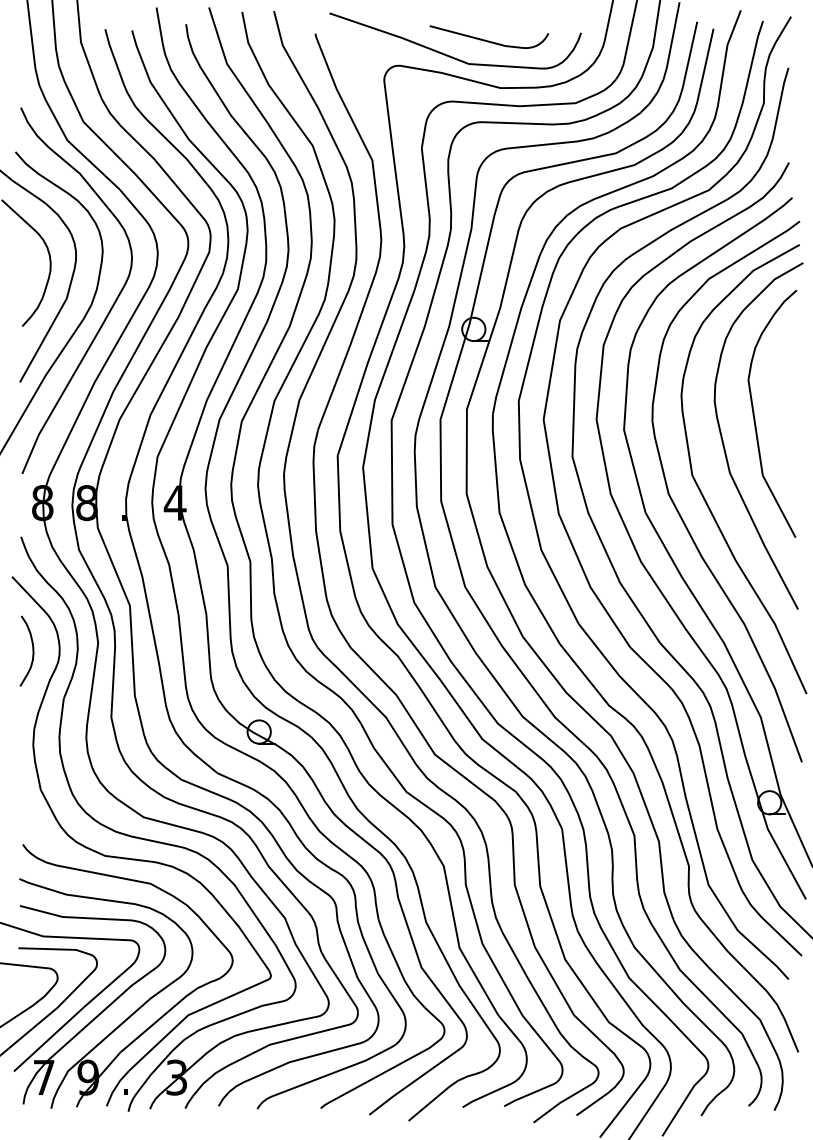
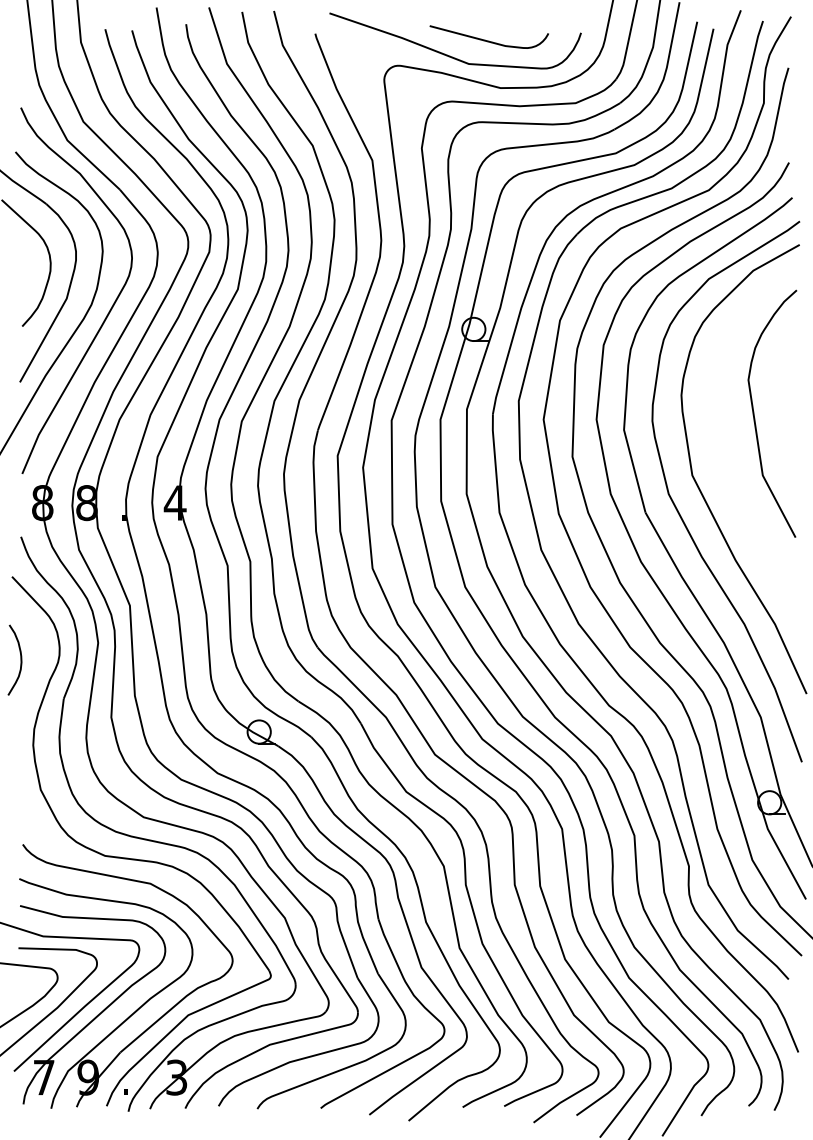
curve at (724, 444): present -> none
curve at (32, 650) position: (32, 650) -> (20, 659)
